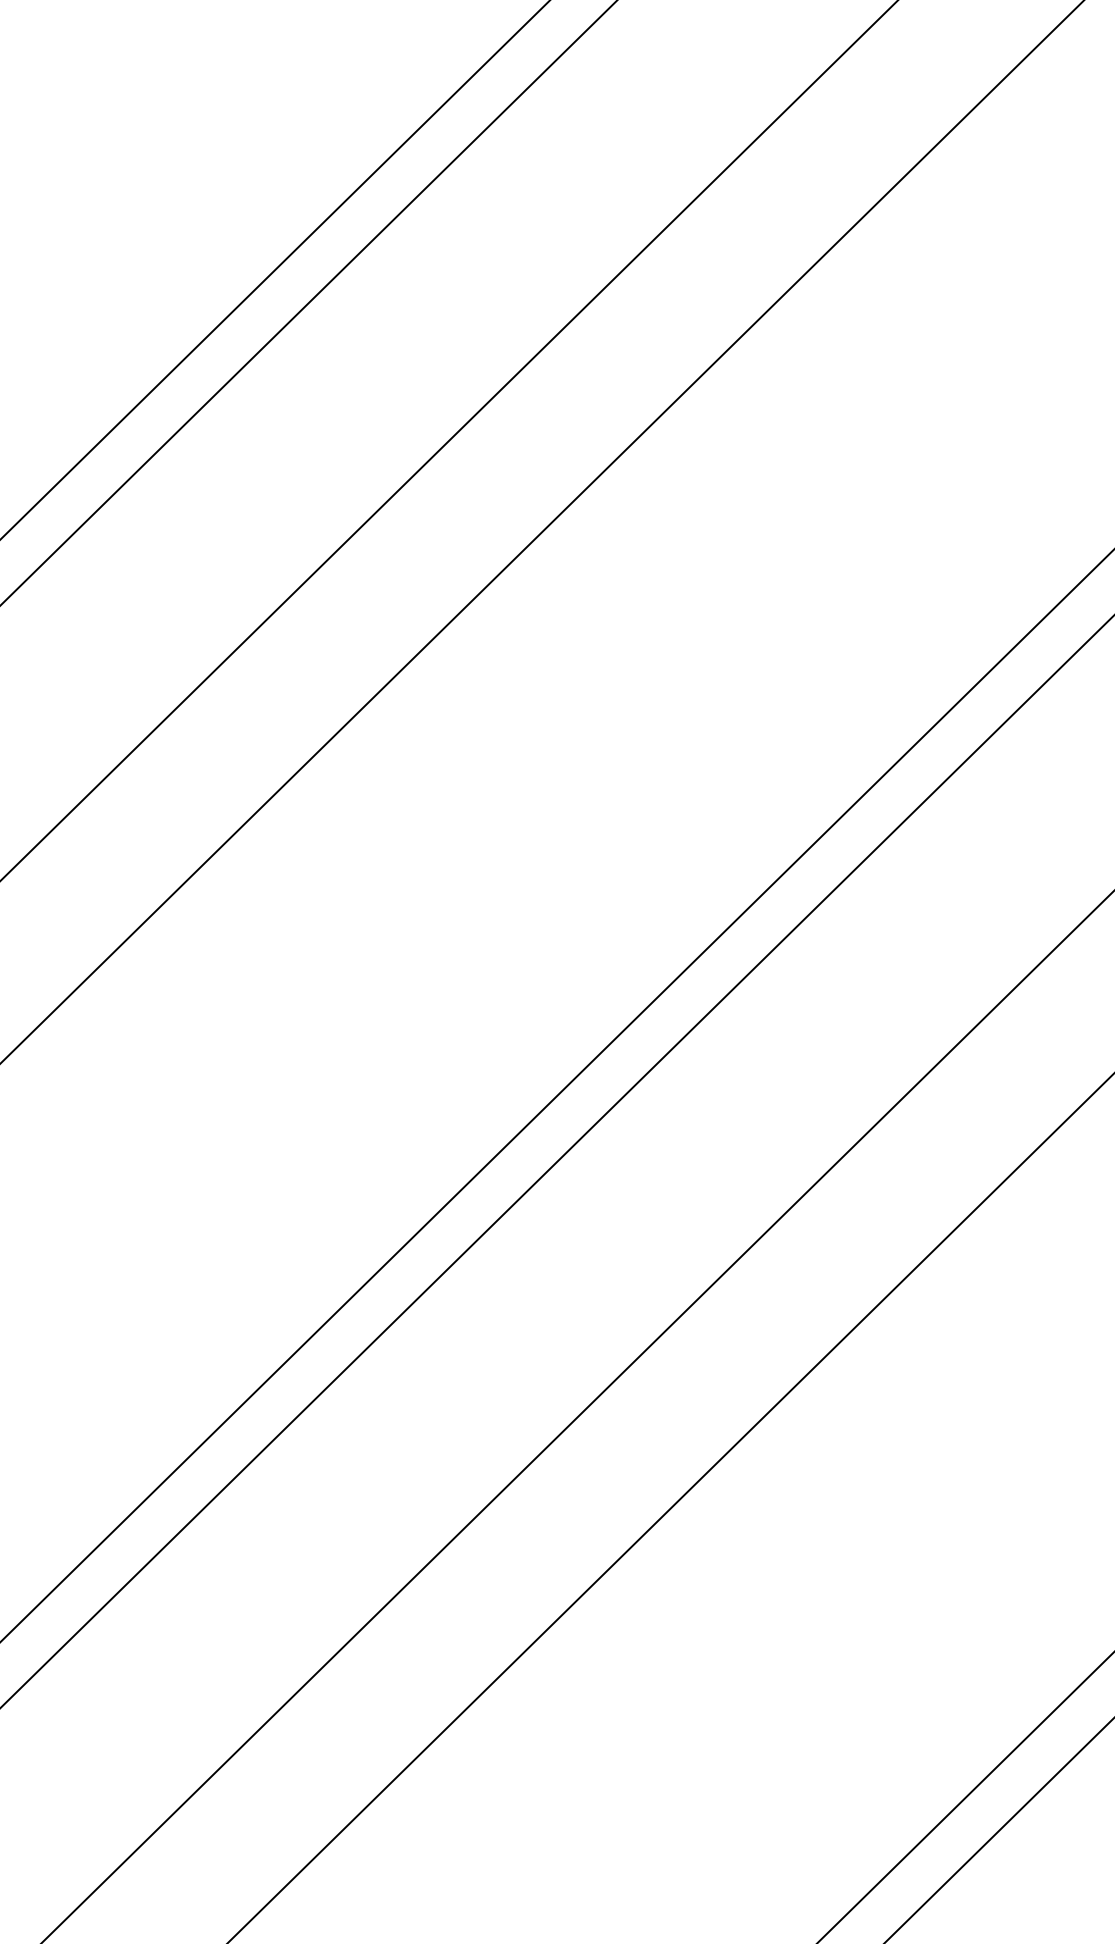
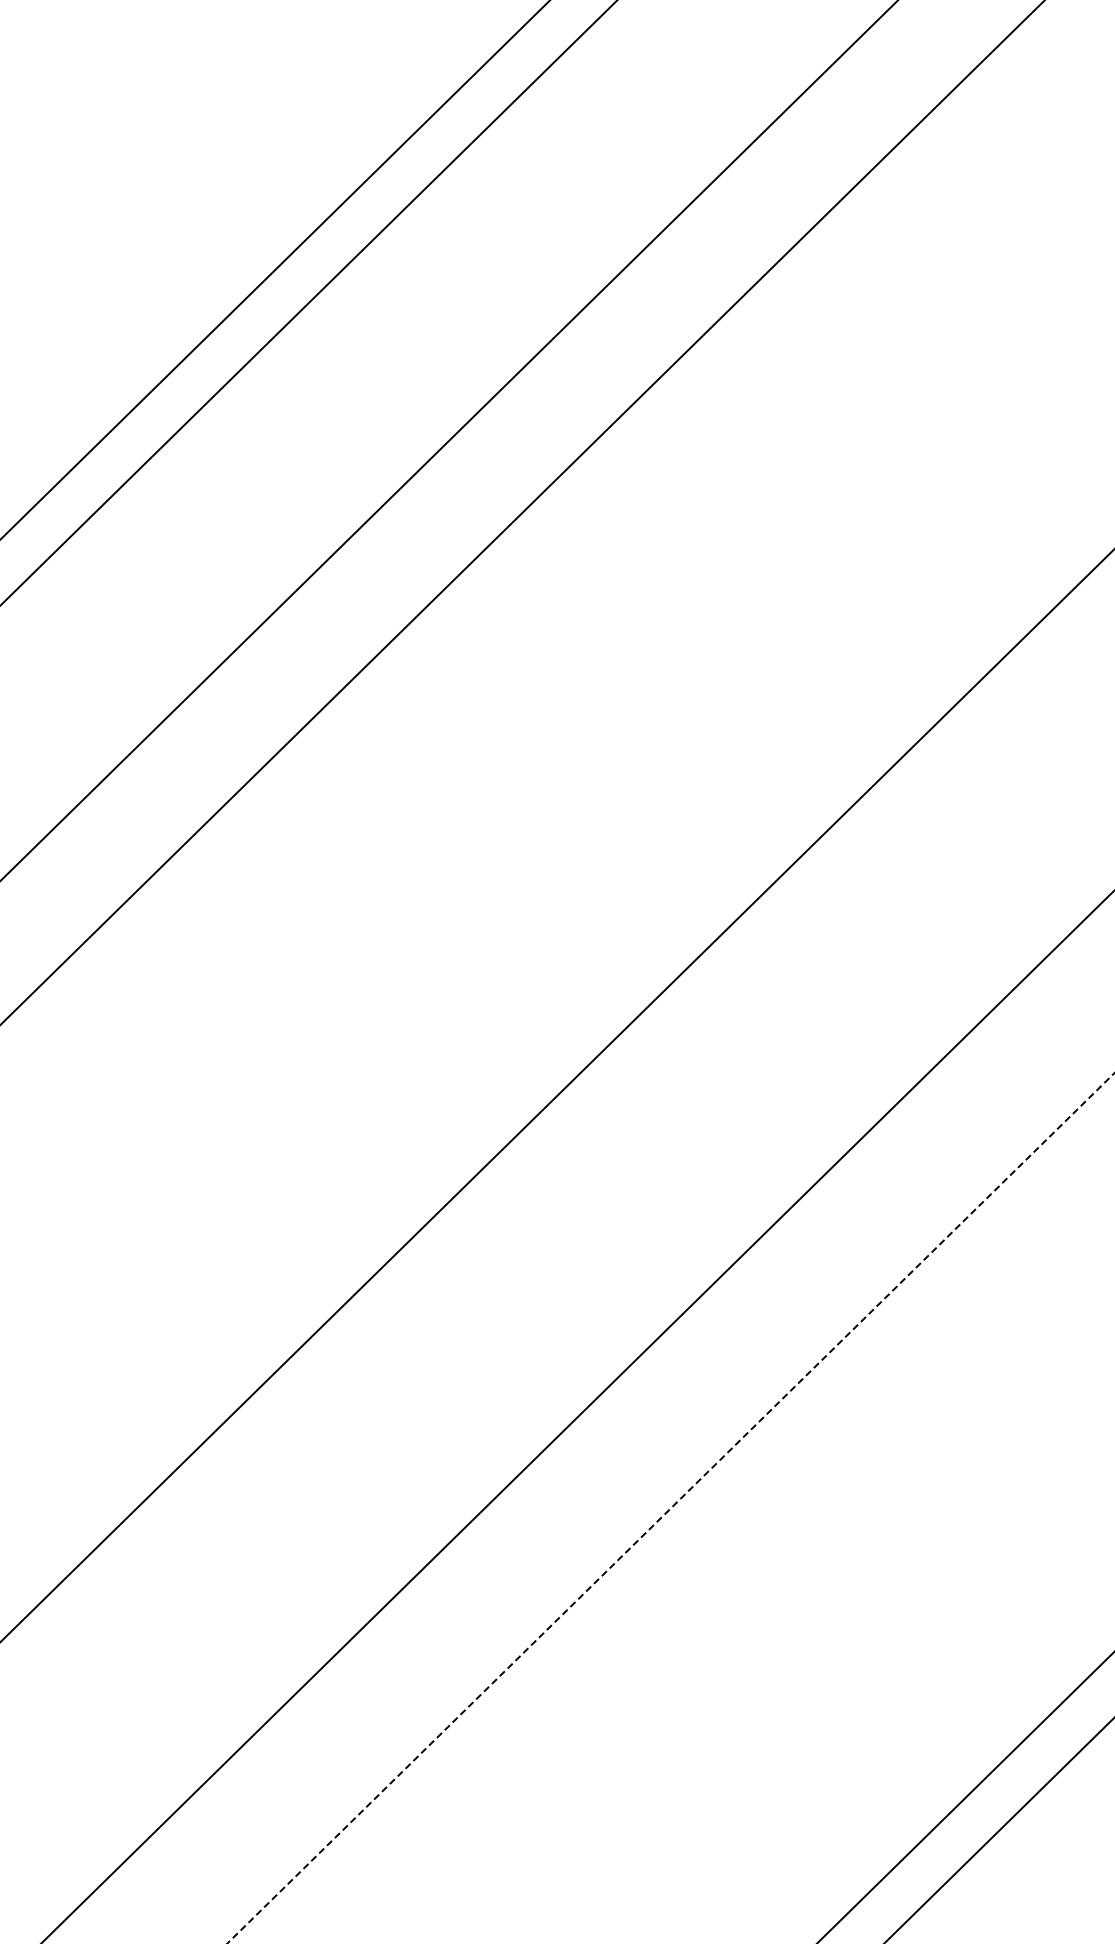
line at (542, 532) position: (542, 532) -> (522, 512)
line at (556, 1161): present -> none
line at (670, 1508): solid -> dashed
